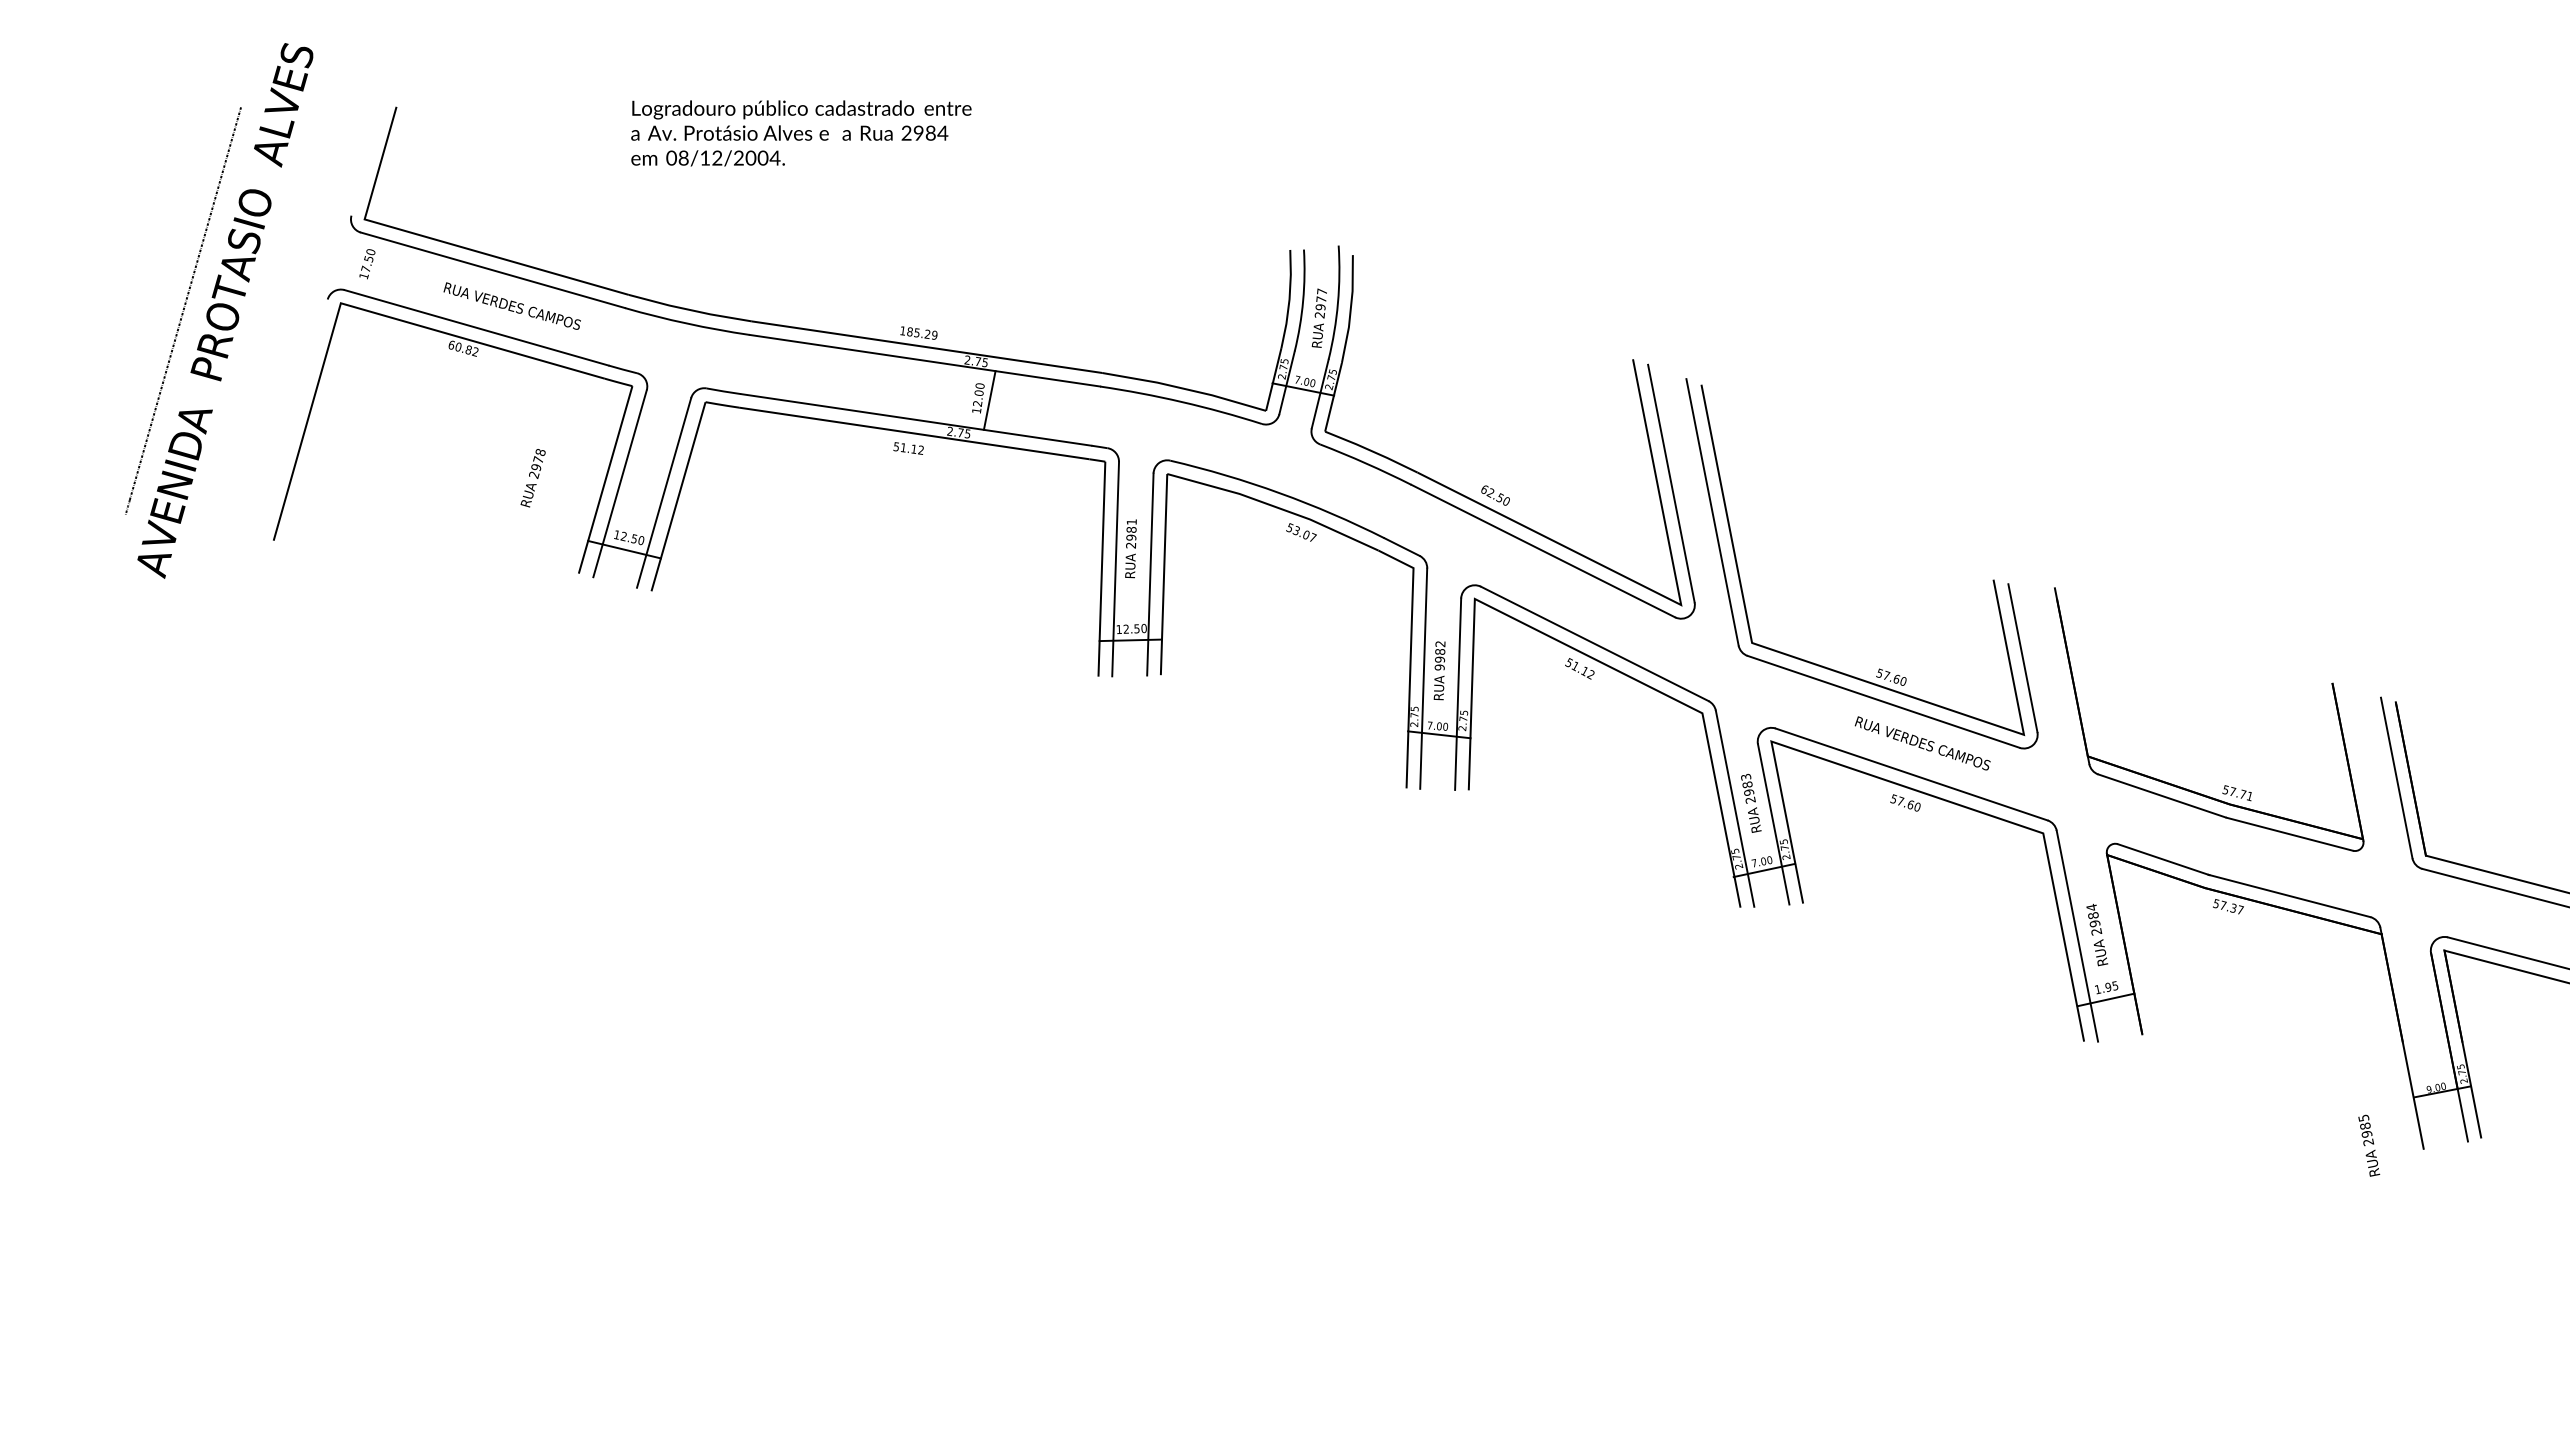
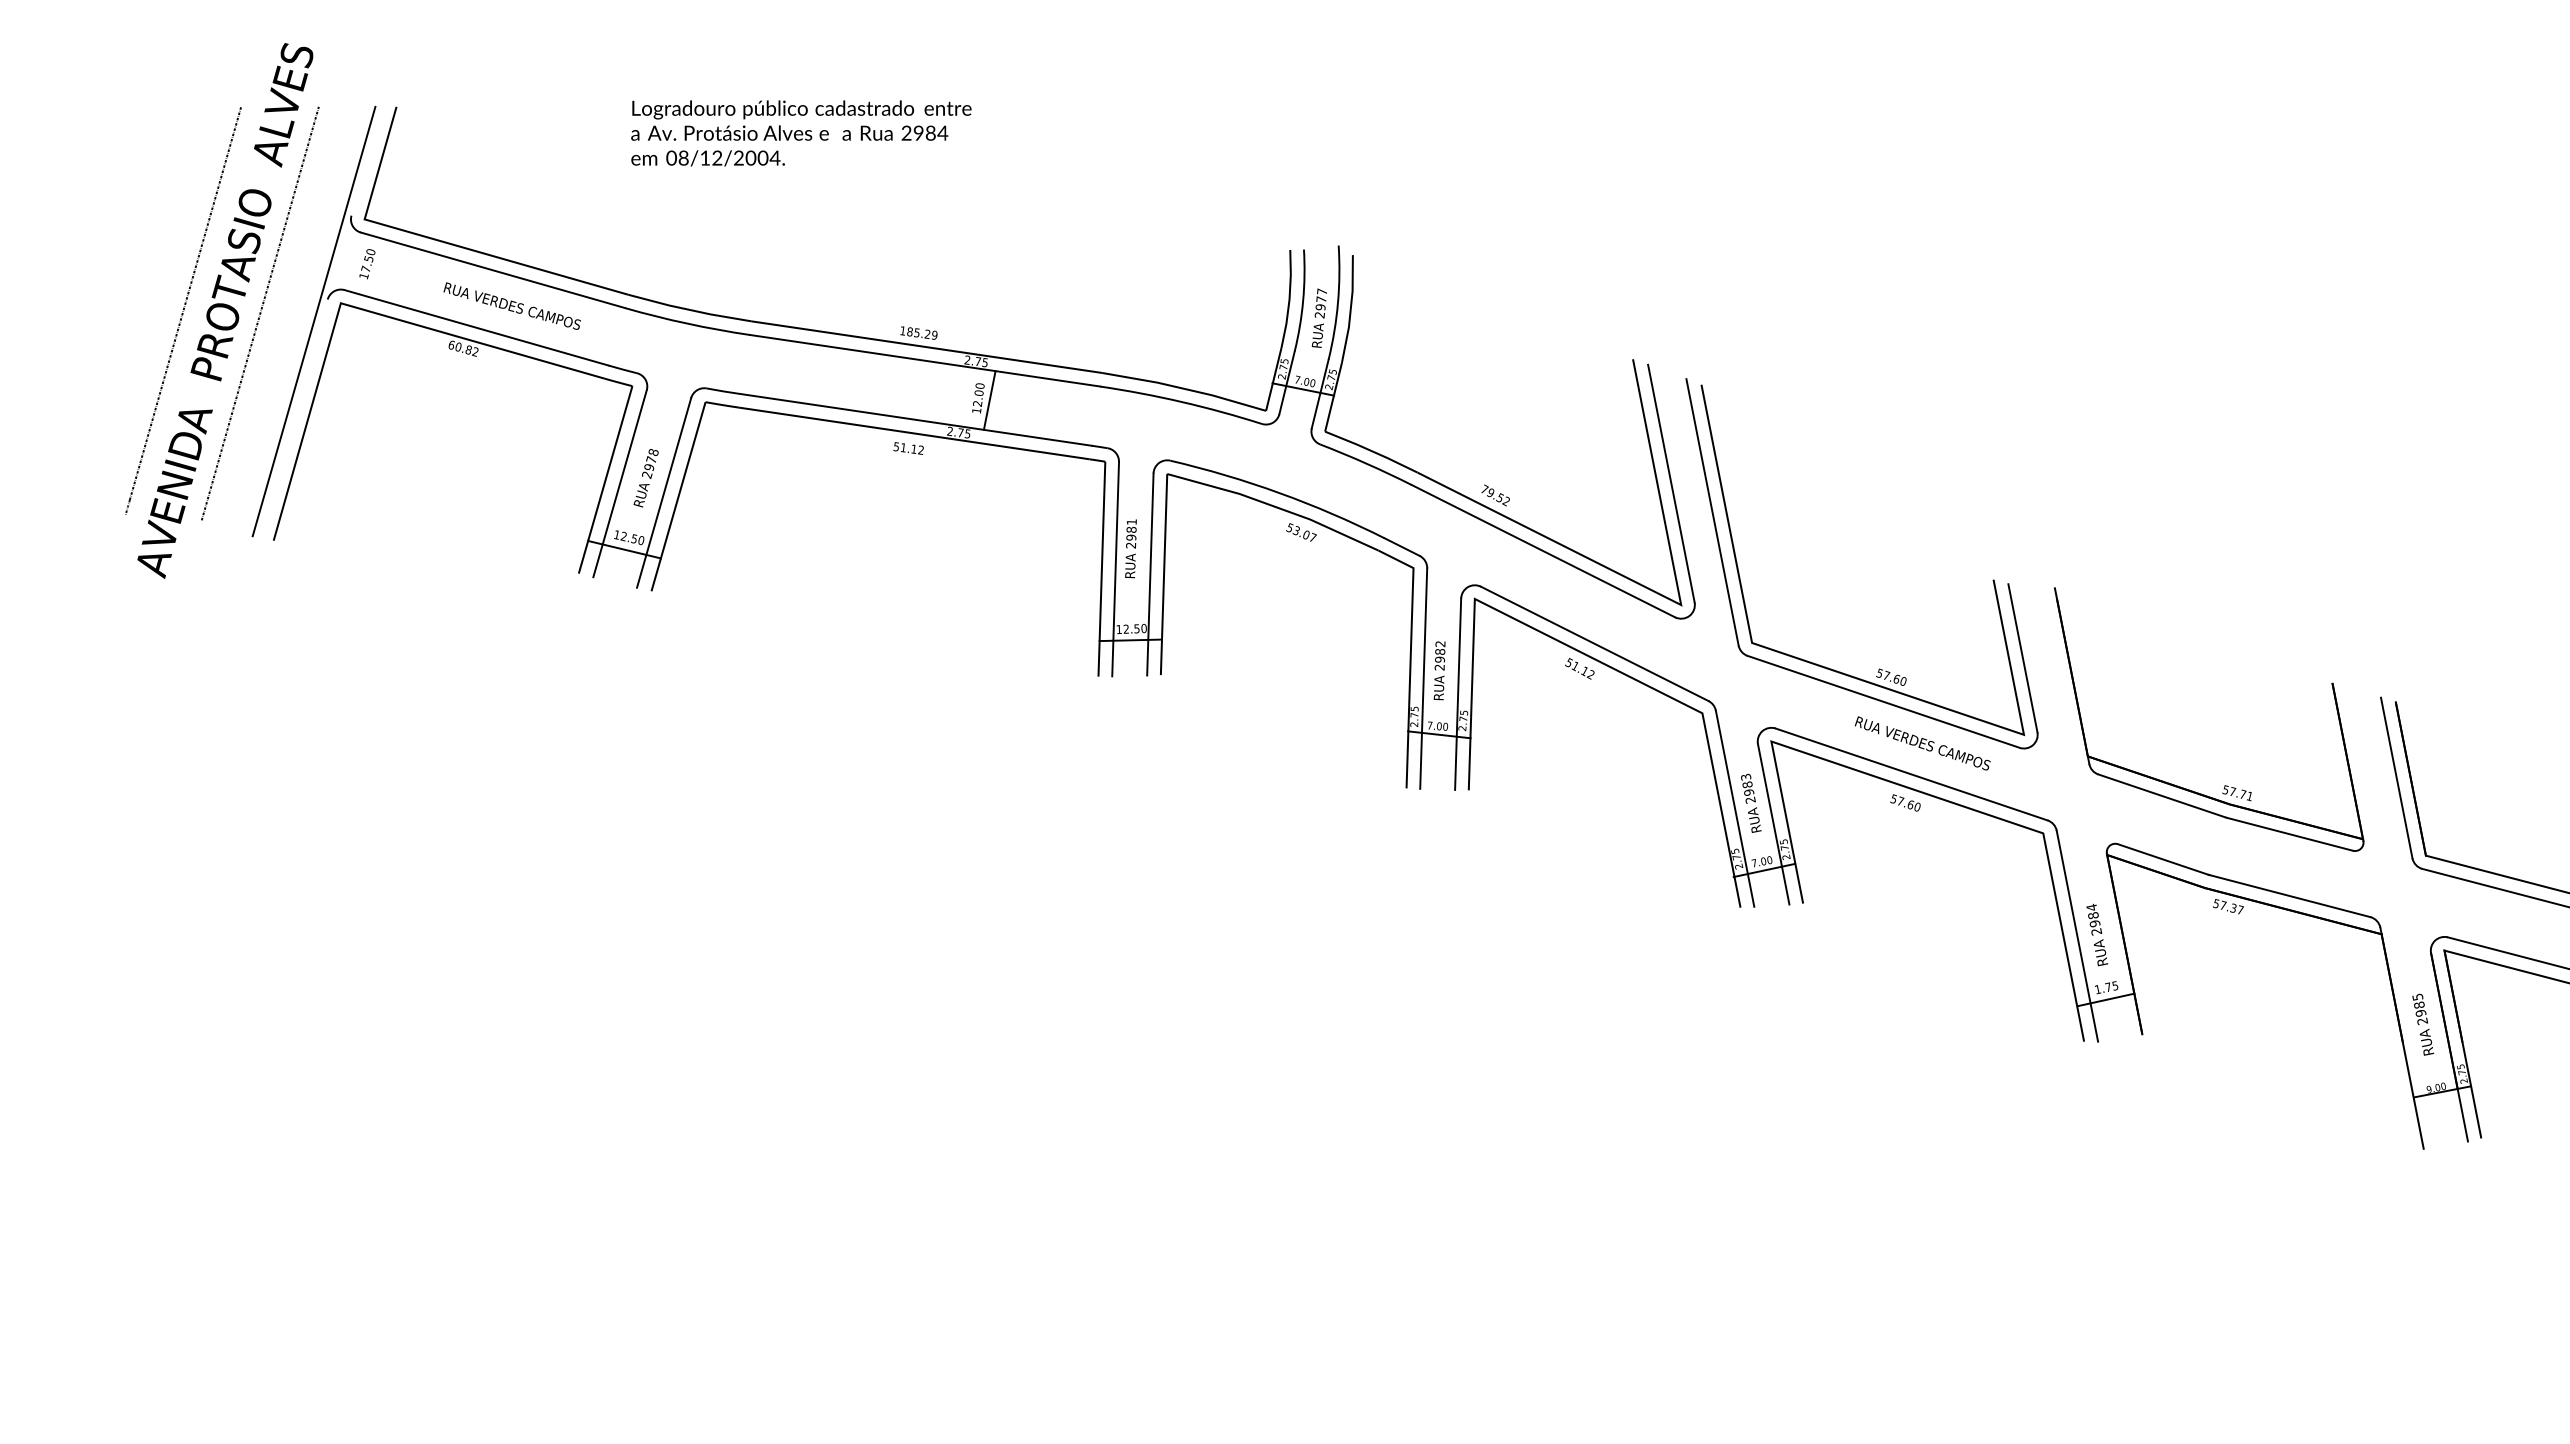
line at (259, 313): none -> present
line at (313, 321): none -> present
text at (532, 478) position: (532, 478) -> (645, 478)
text at (1495, 495): 62.50 -> 79.52
text at (1439, 667): 9982 -> 2982
text at (2108, 986): 1.95 -> 1.75
text at (2369, 1145) position: (2369, 1145) -> (2423, 1024)
